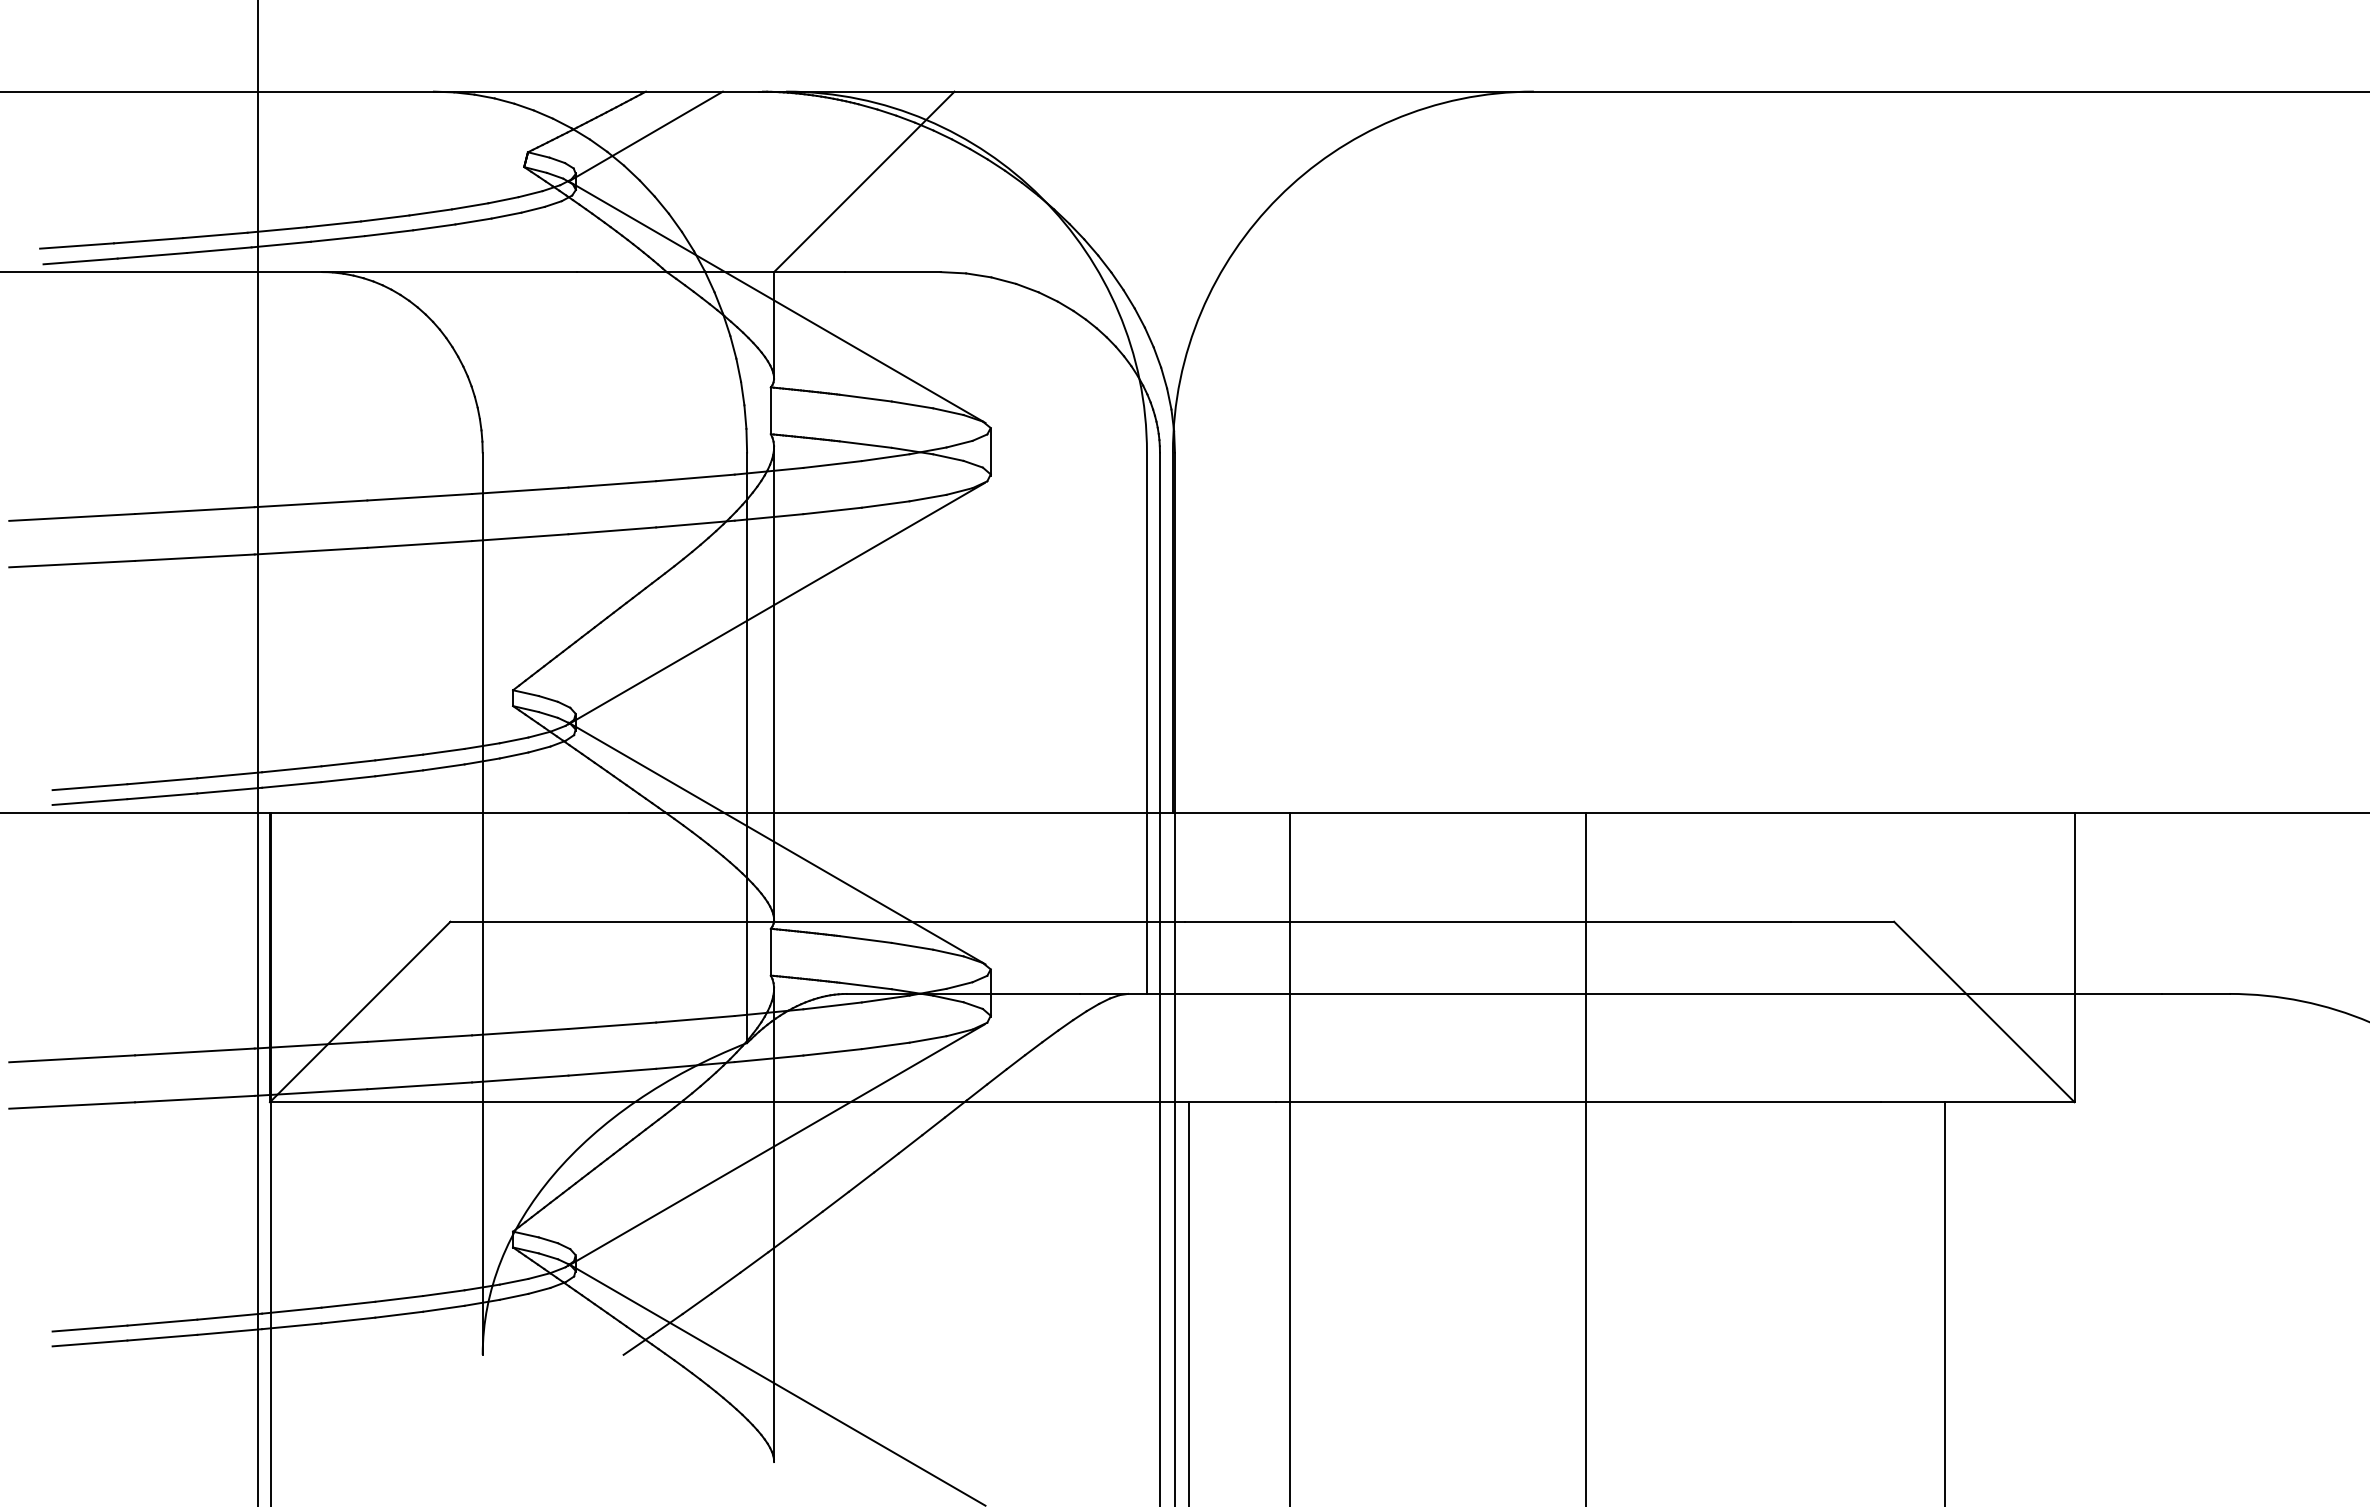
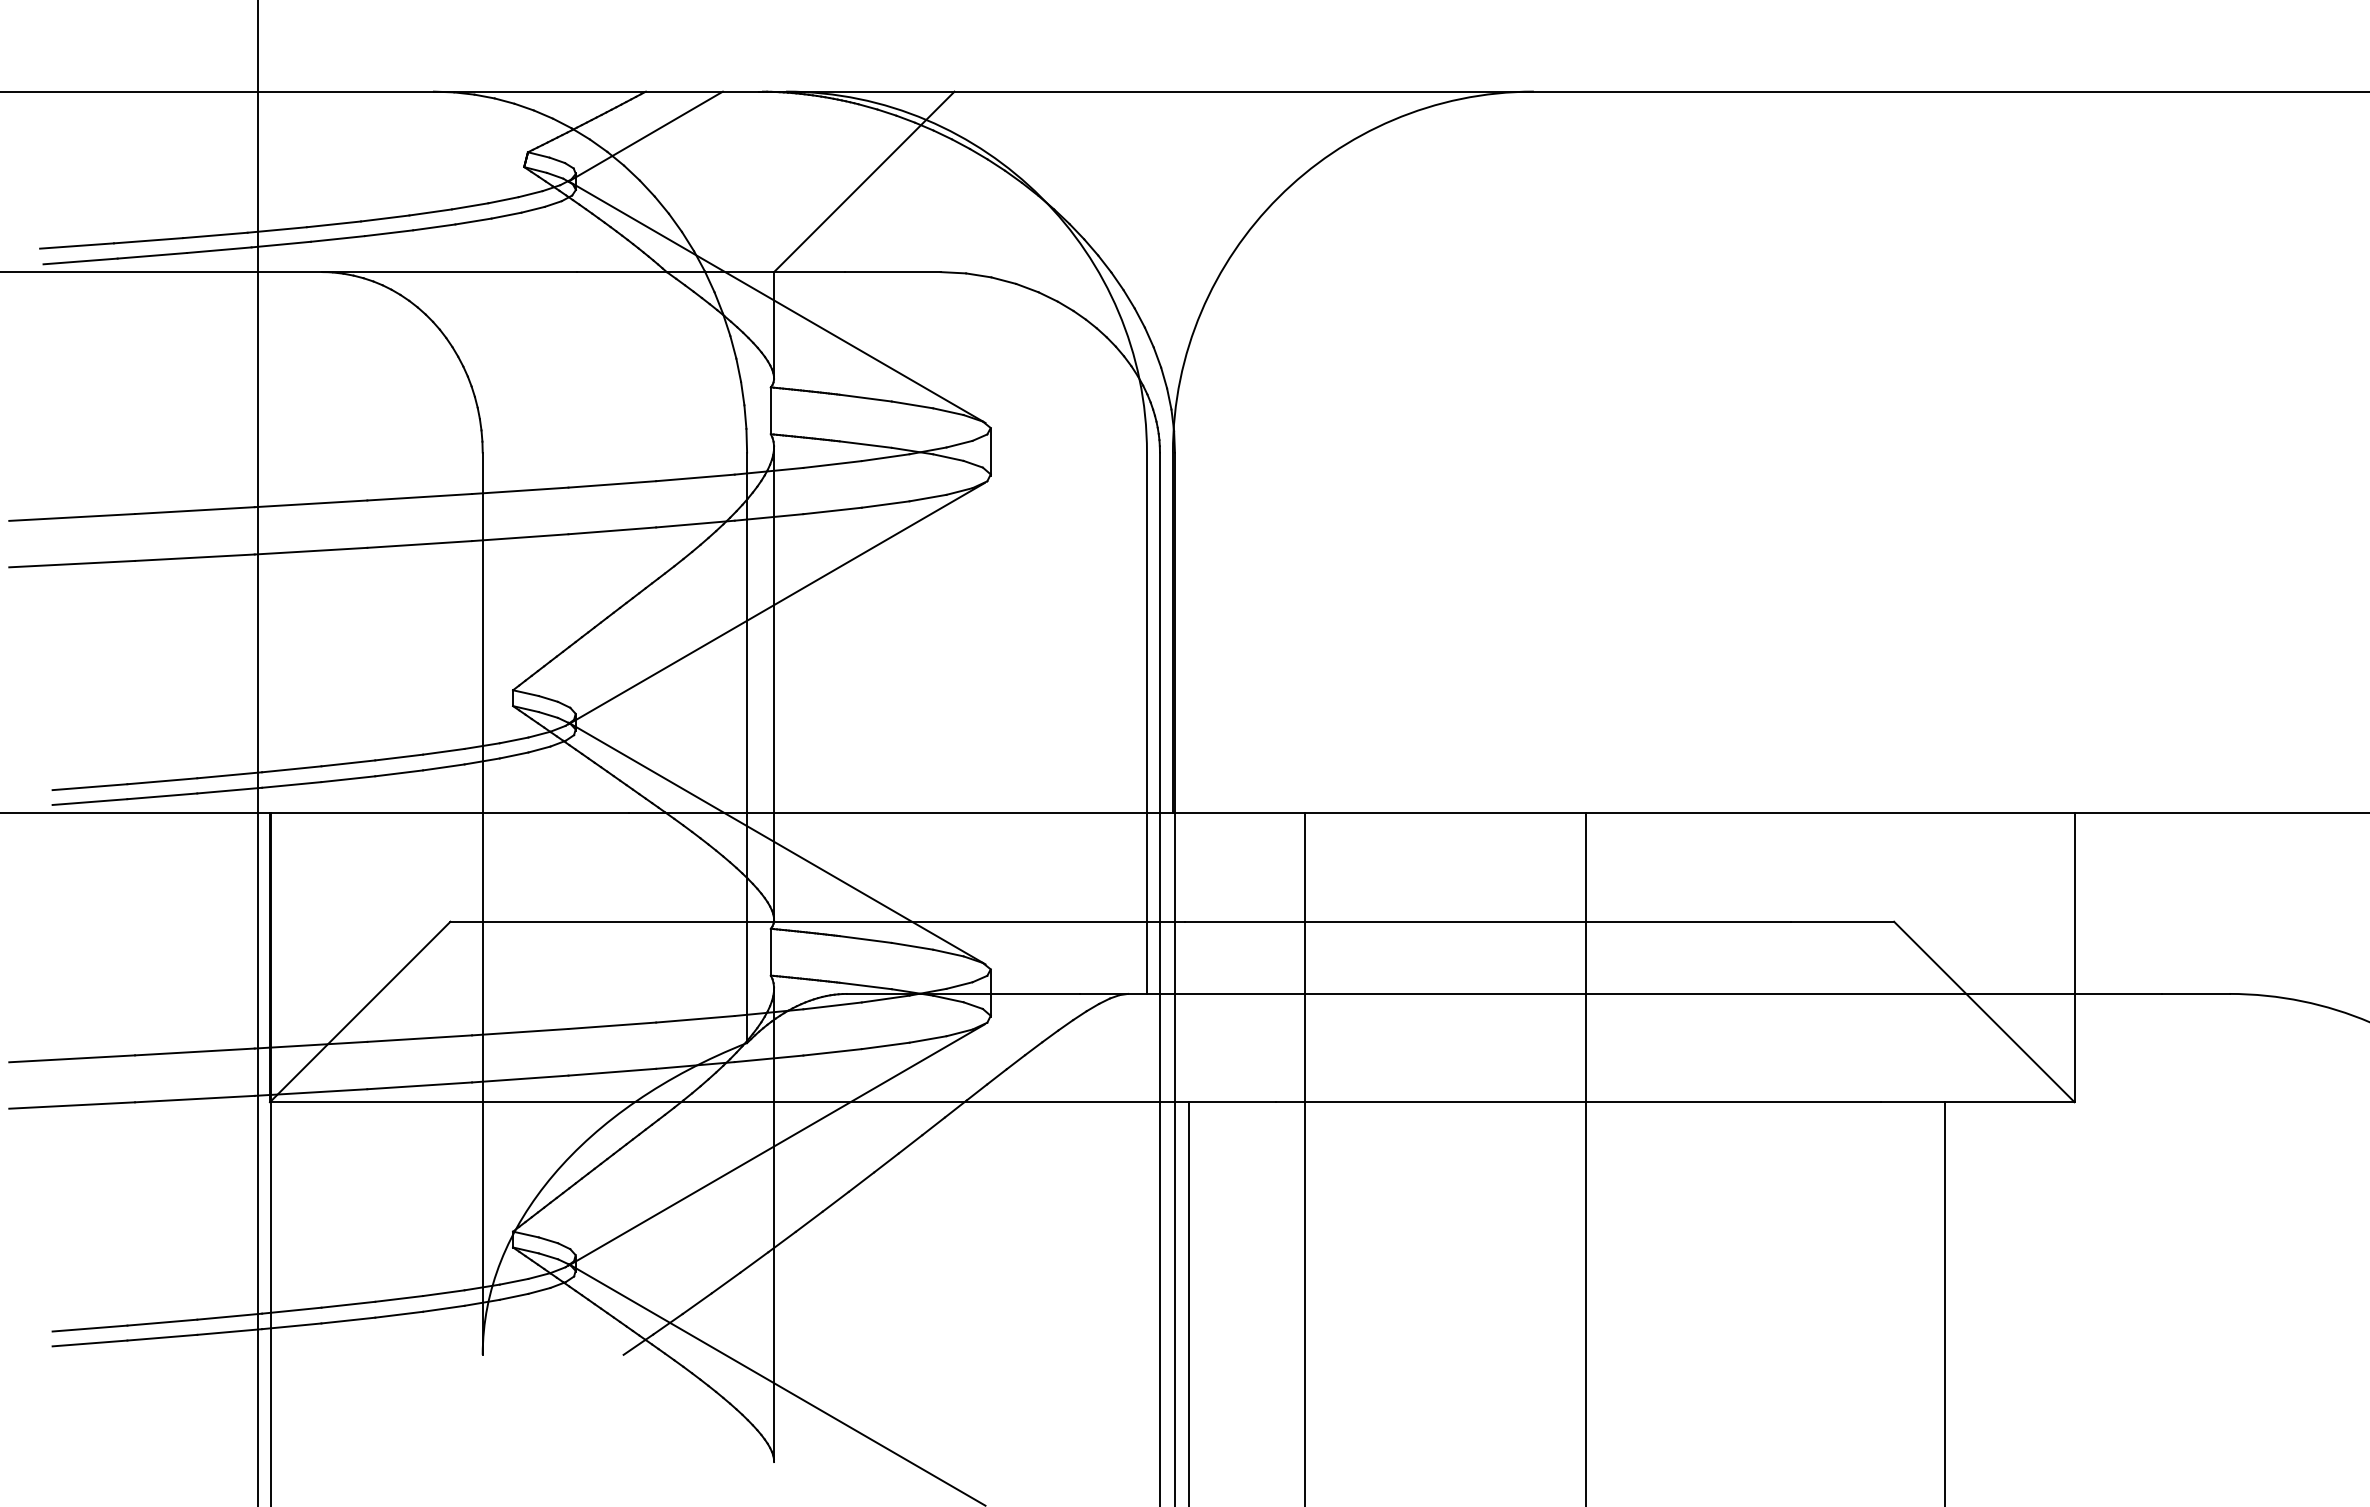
line at (1289, 1158) position: (1289, 1158) -> (1304, 1158)
